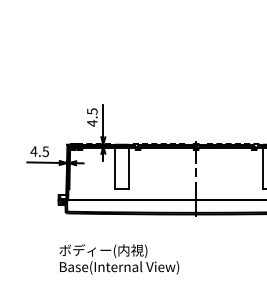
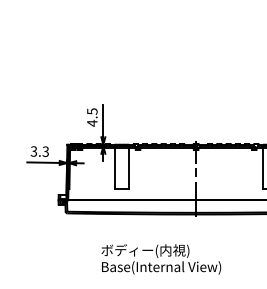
text at (39, 151): 4.5 -> 3.3
text at (119, 259) position: (119, 259) -> (161, 259)
